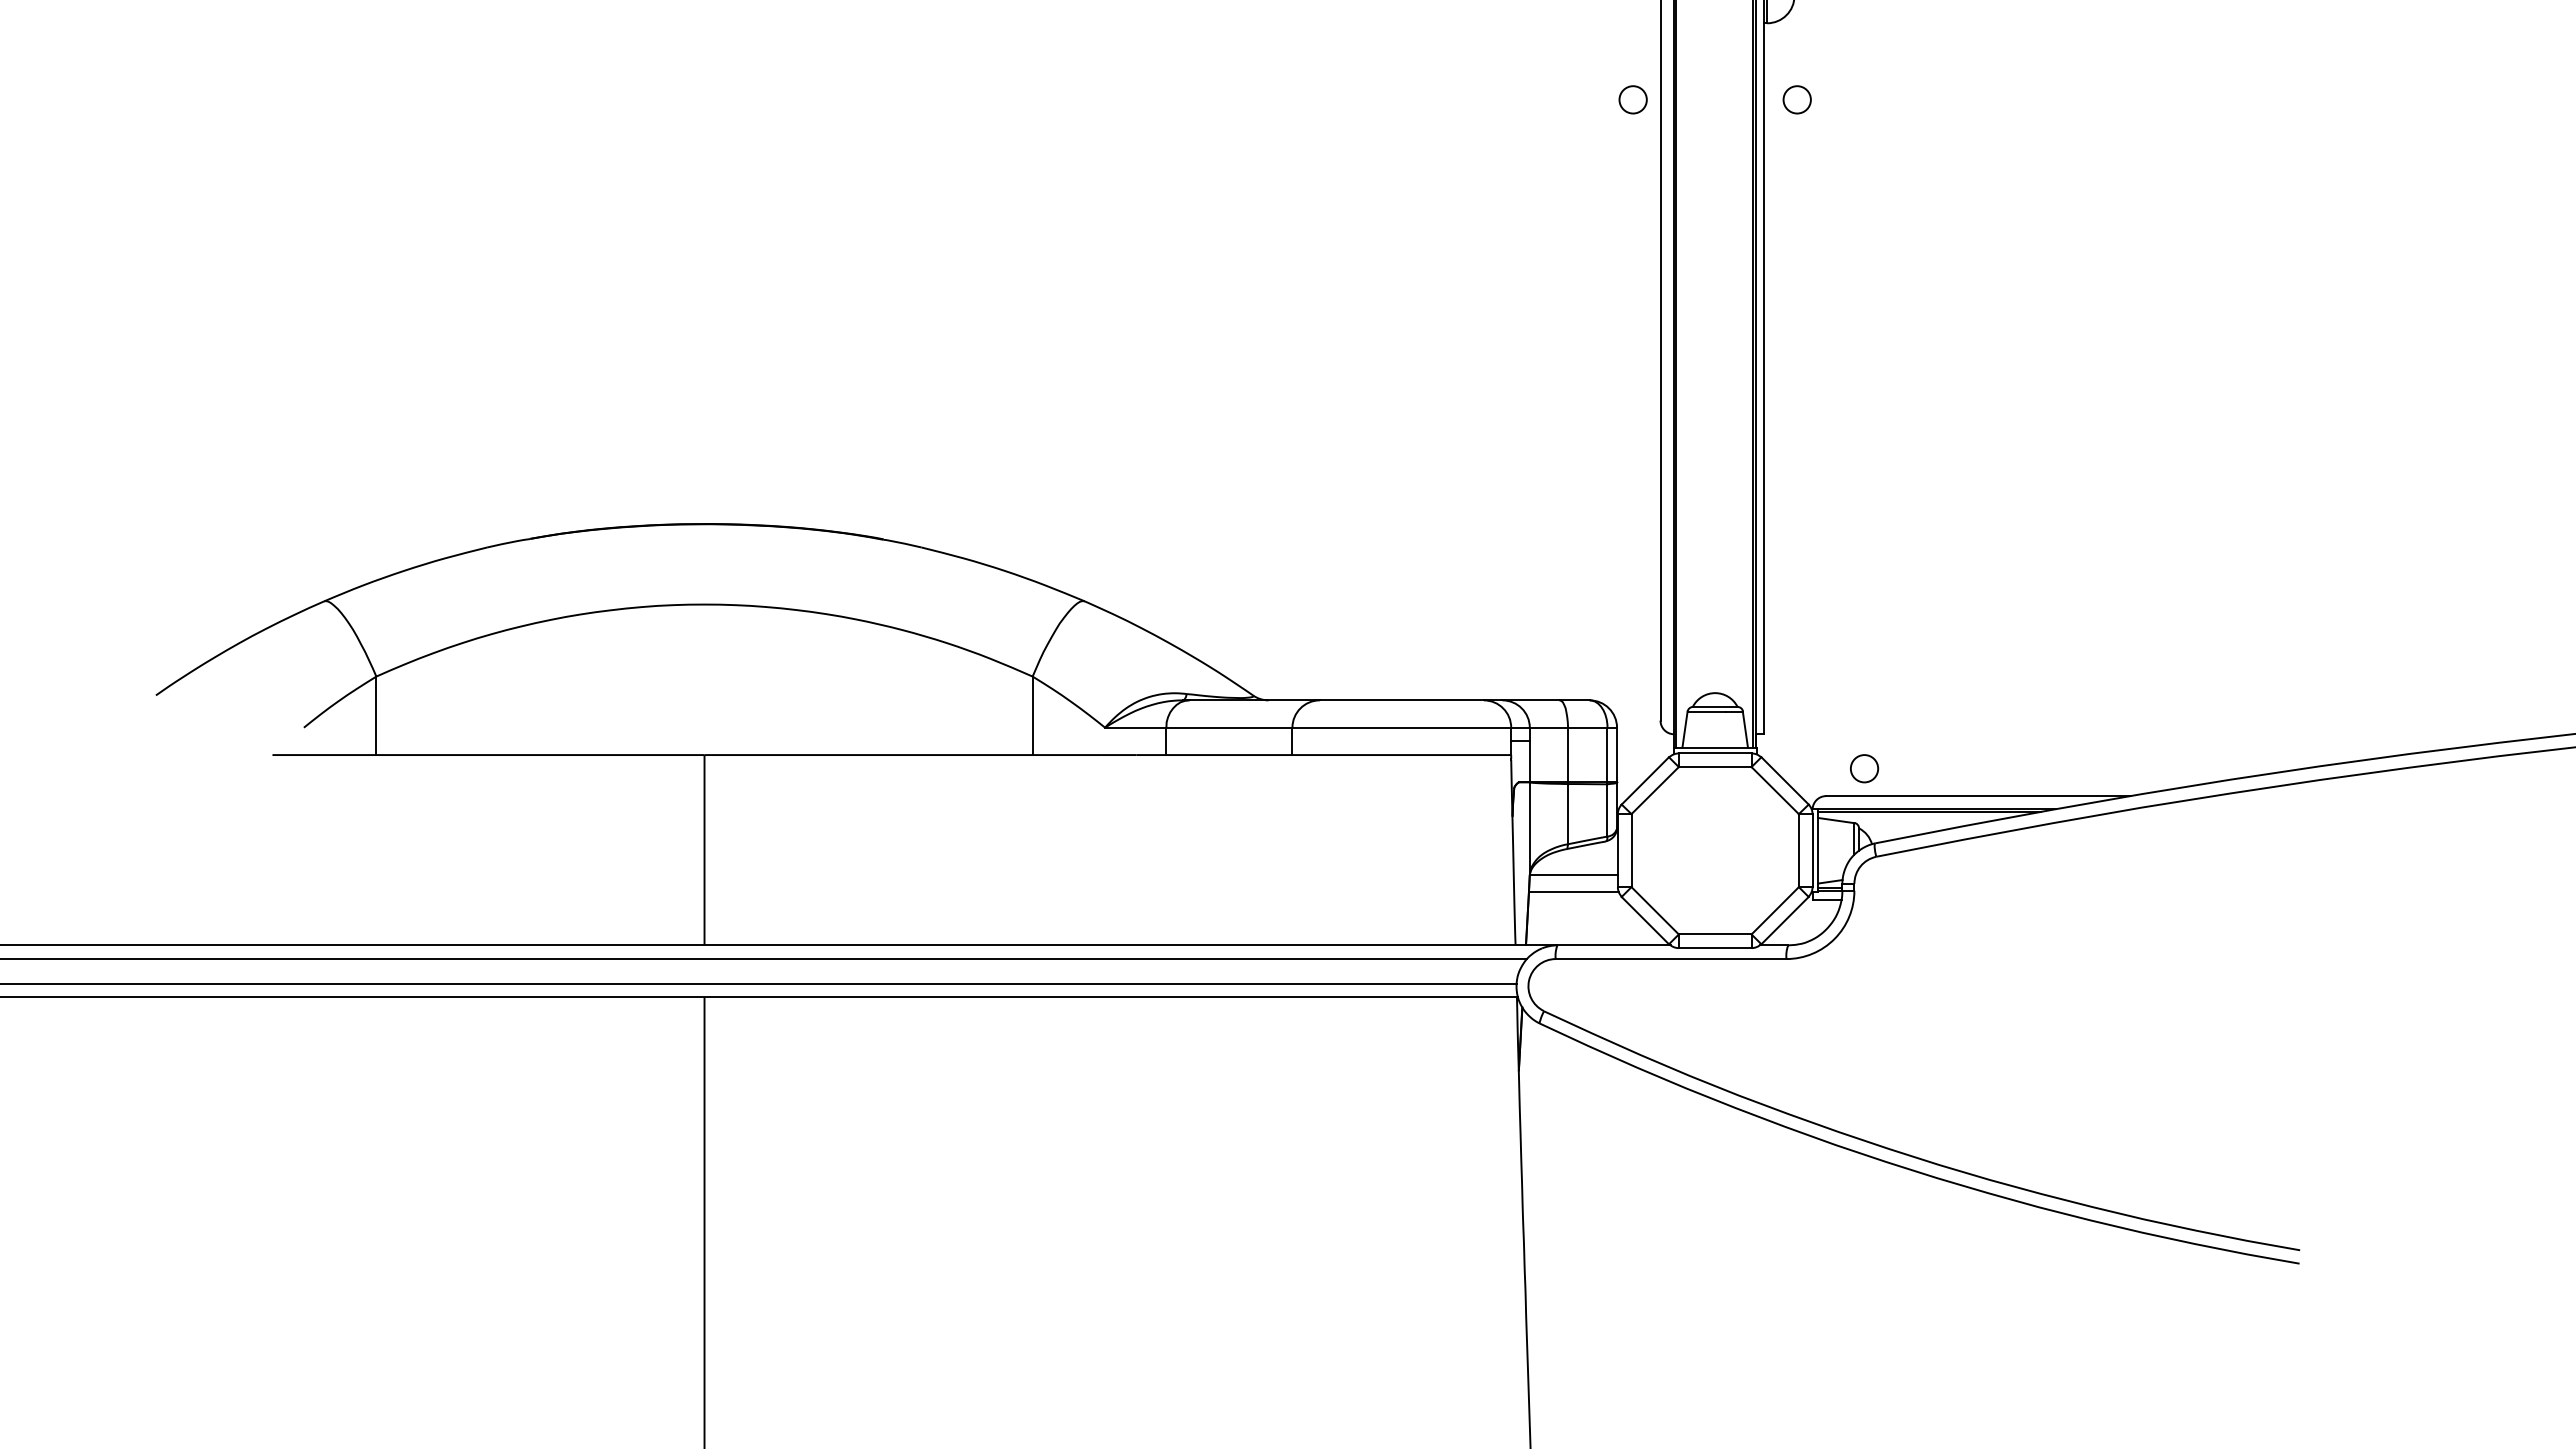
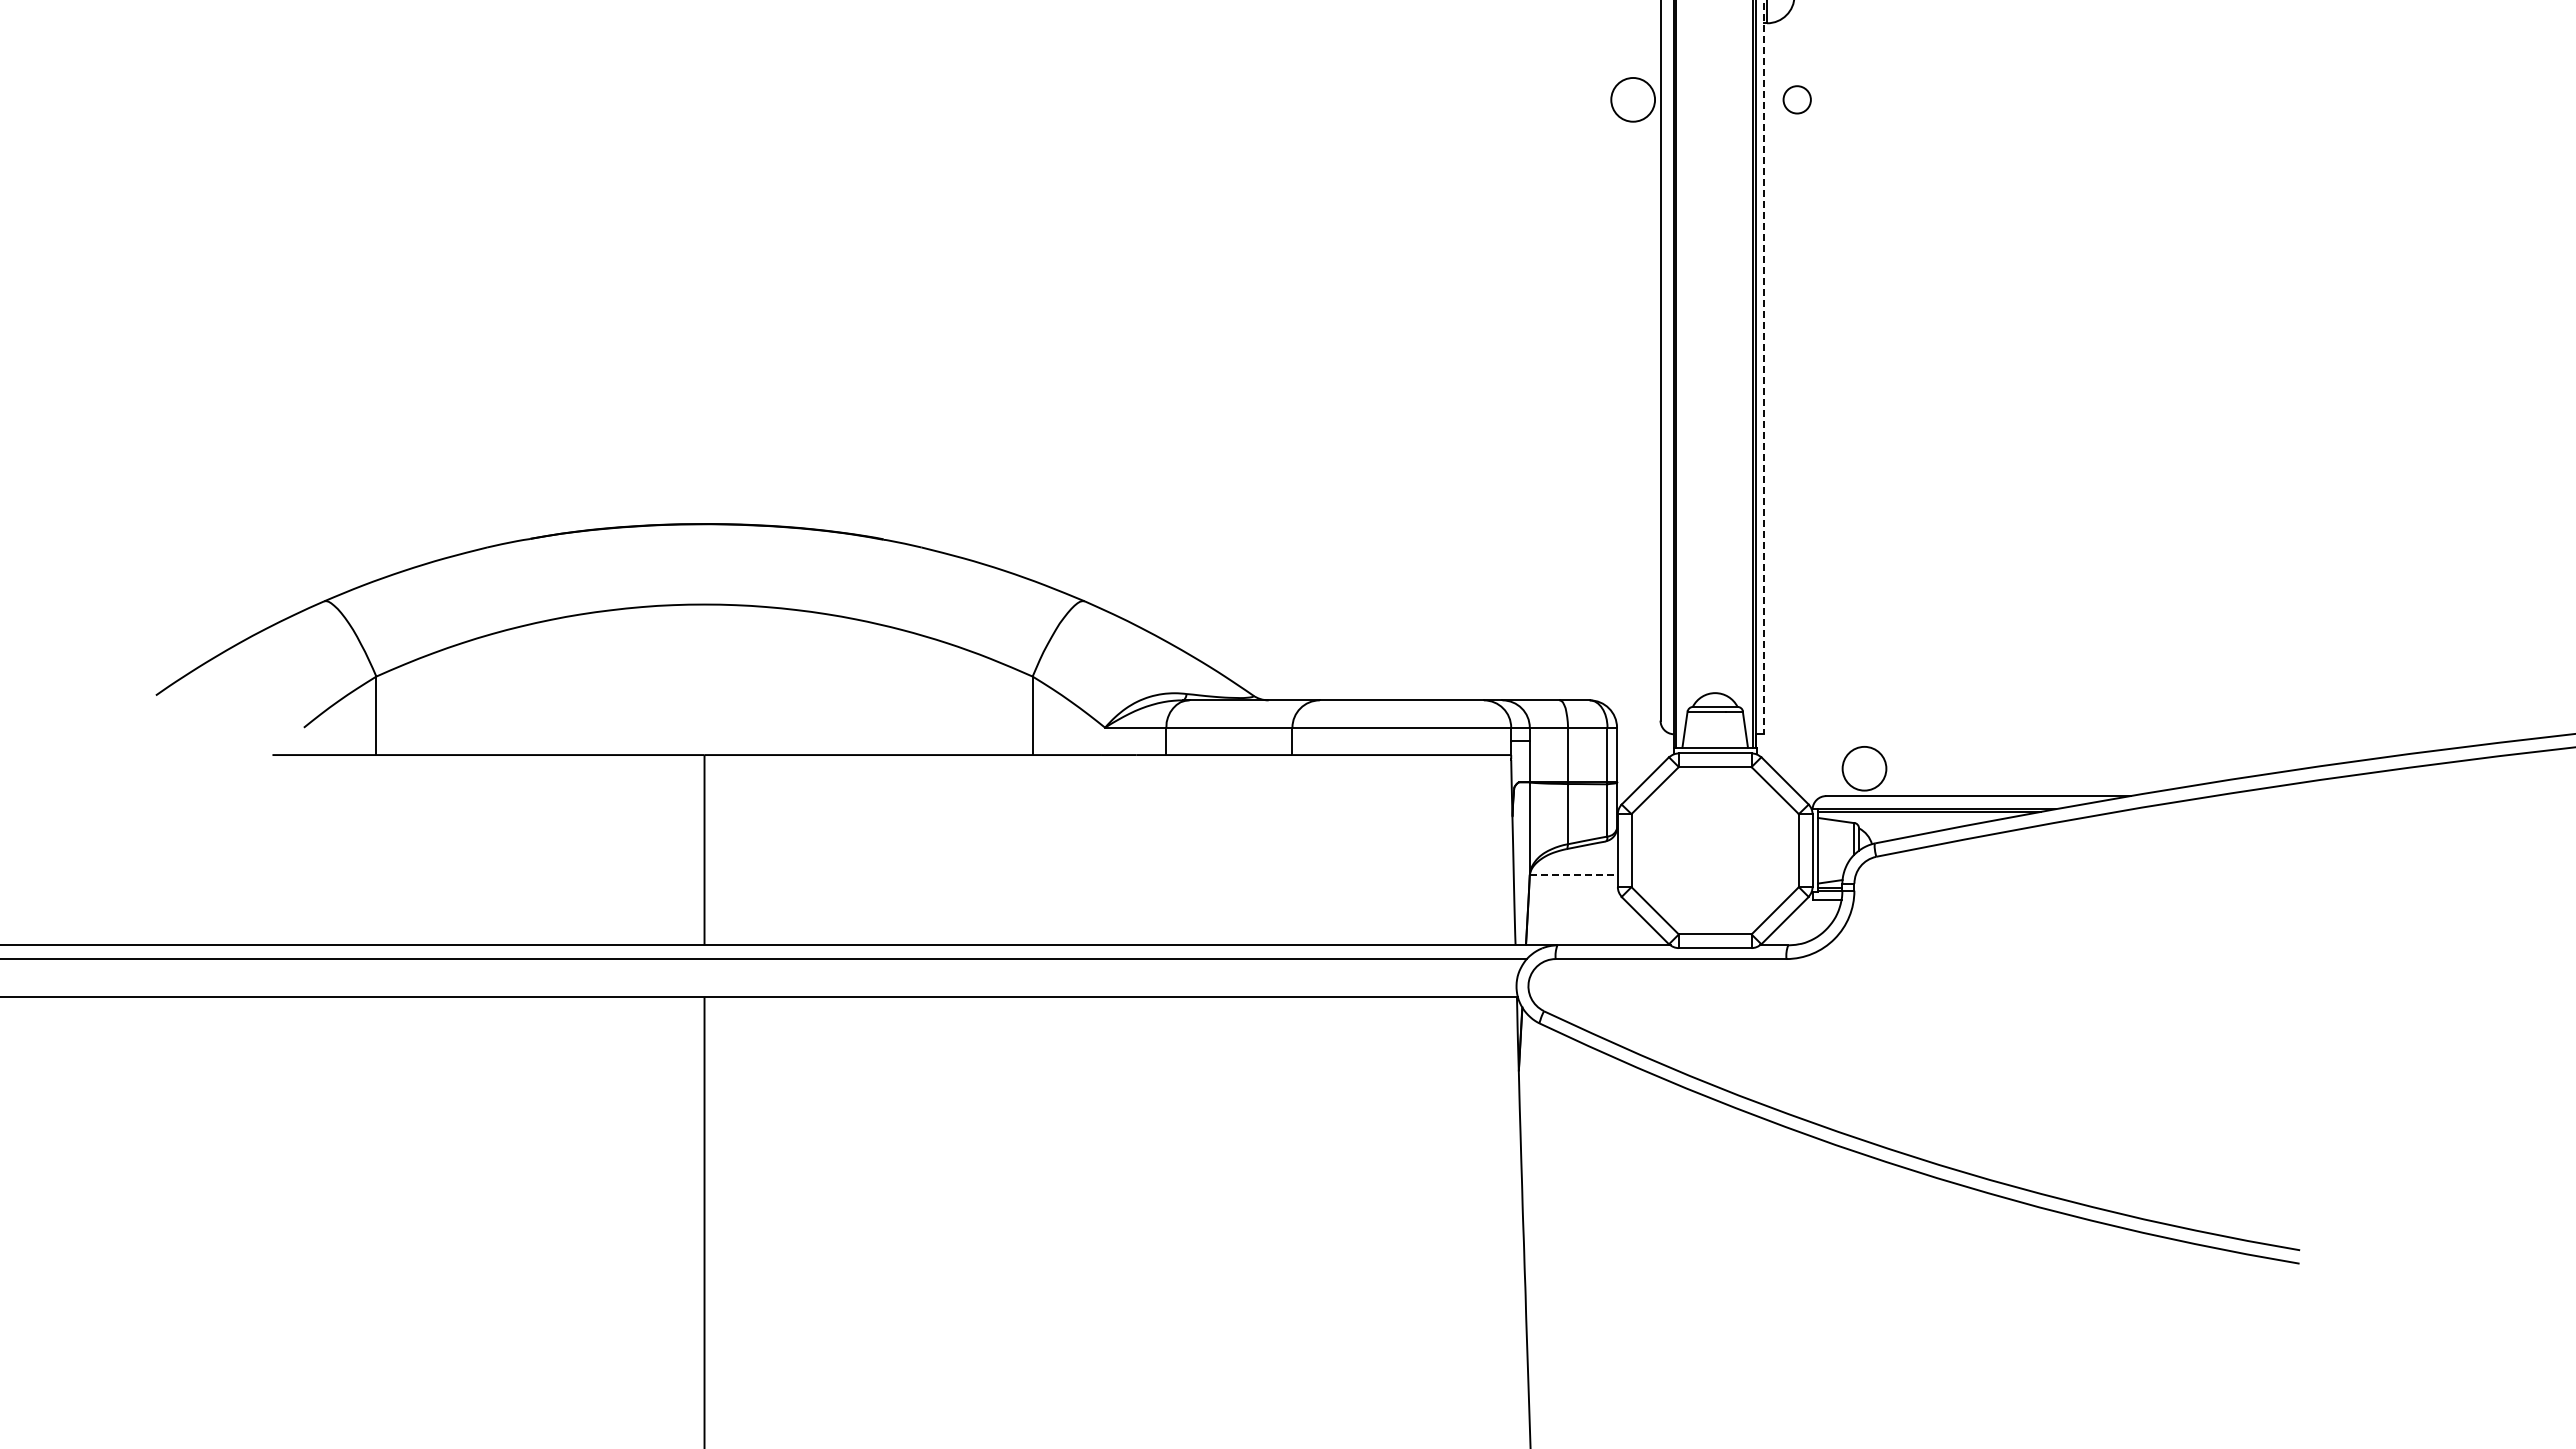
circle at (1632, 99) diameter: 27 px -> 44 px
line at (1764, 367): solid -> dashed
circle at (1864, 768) diameter: 27 px -> 44 px
line at (1574, 875): solid -> dashed
line at (1573, 891): present -> none
line at (759, 983): present -> none
